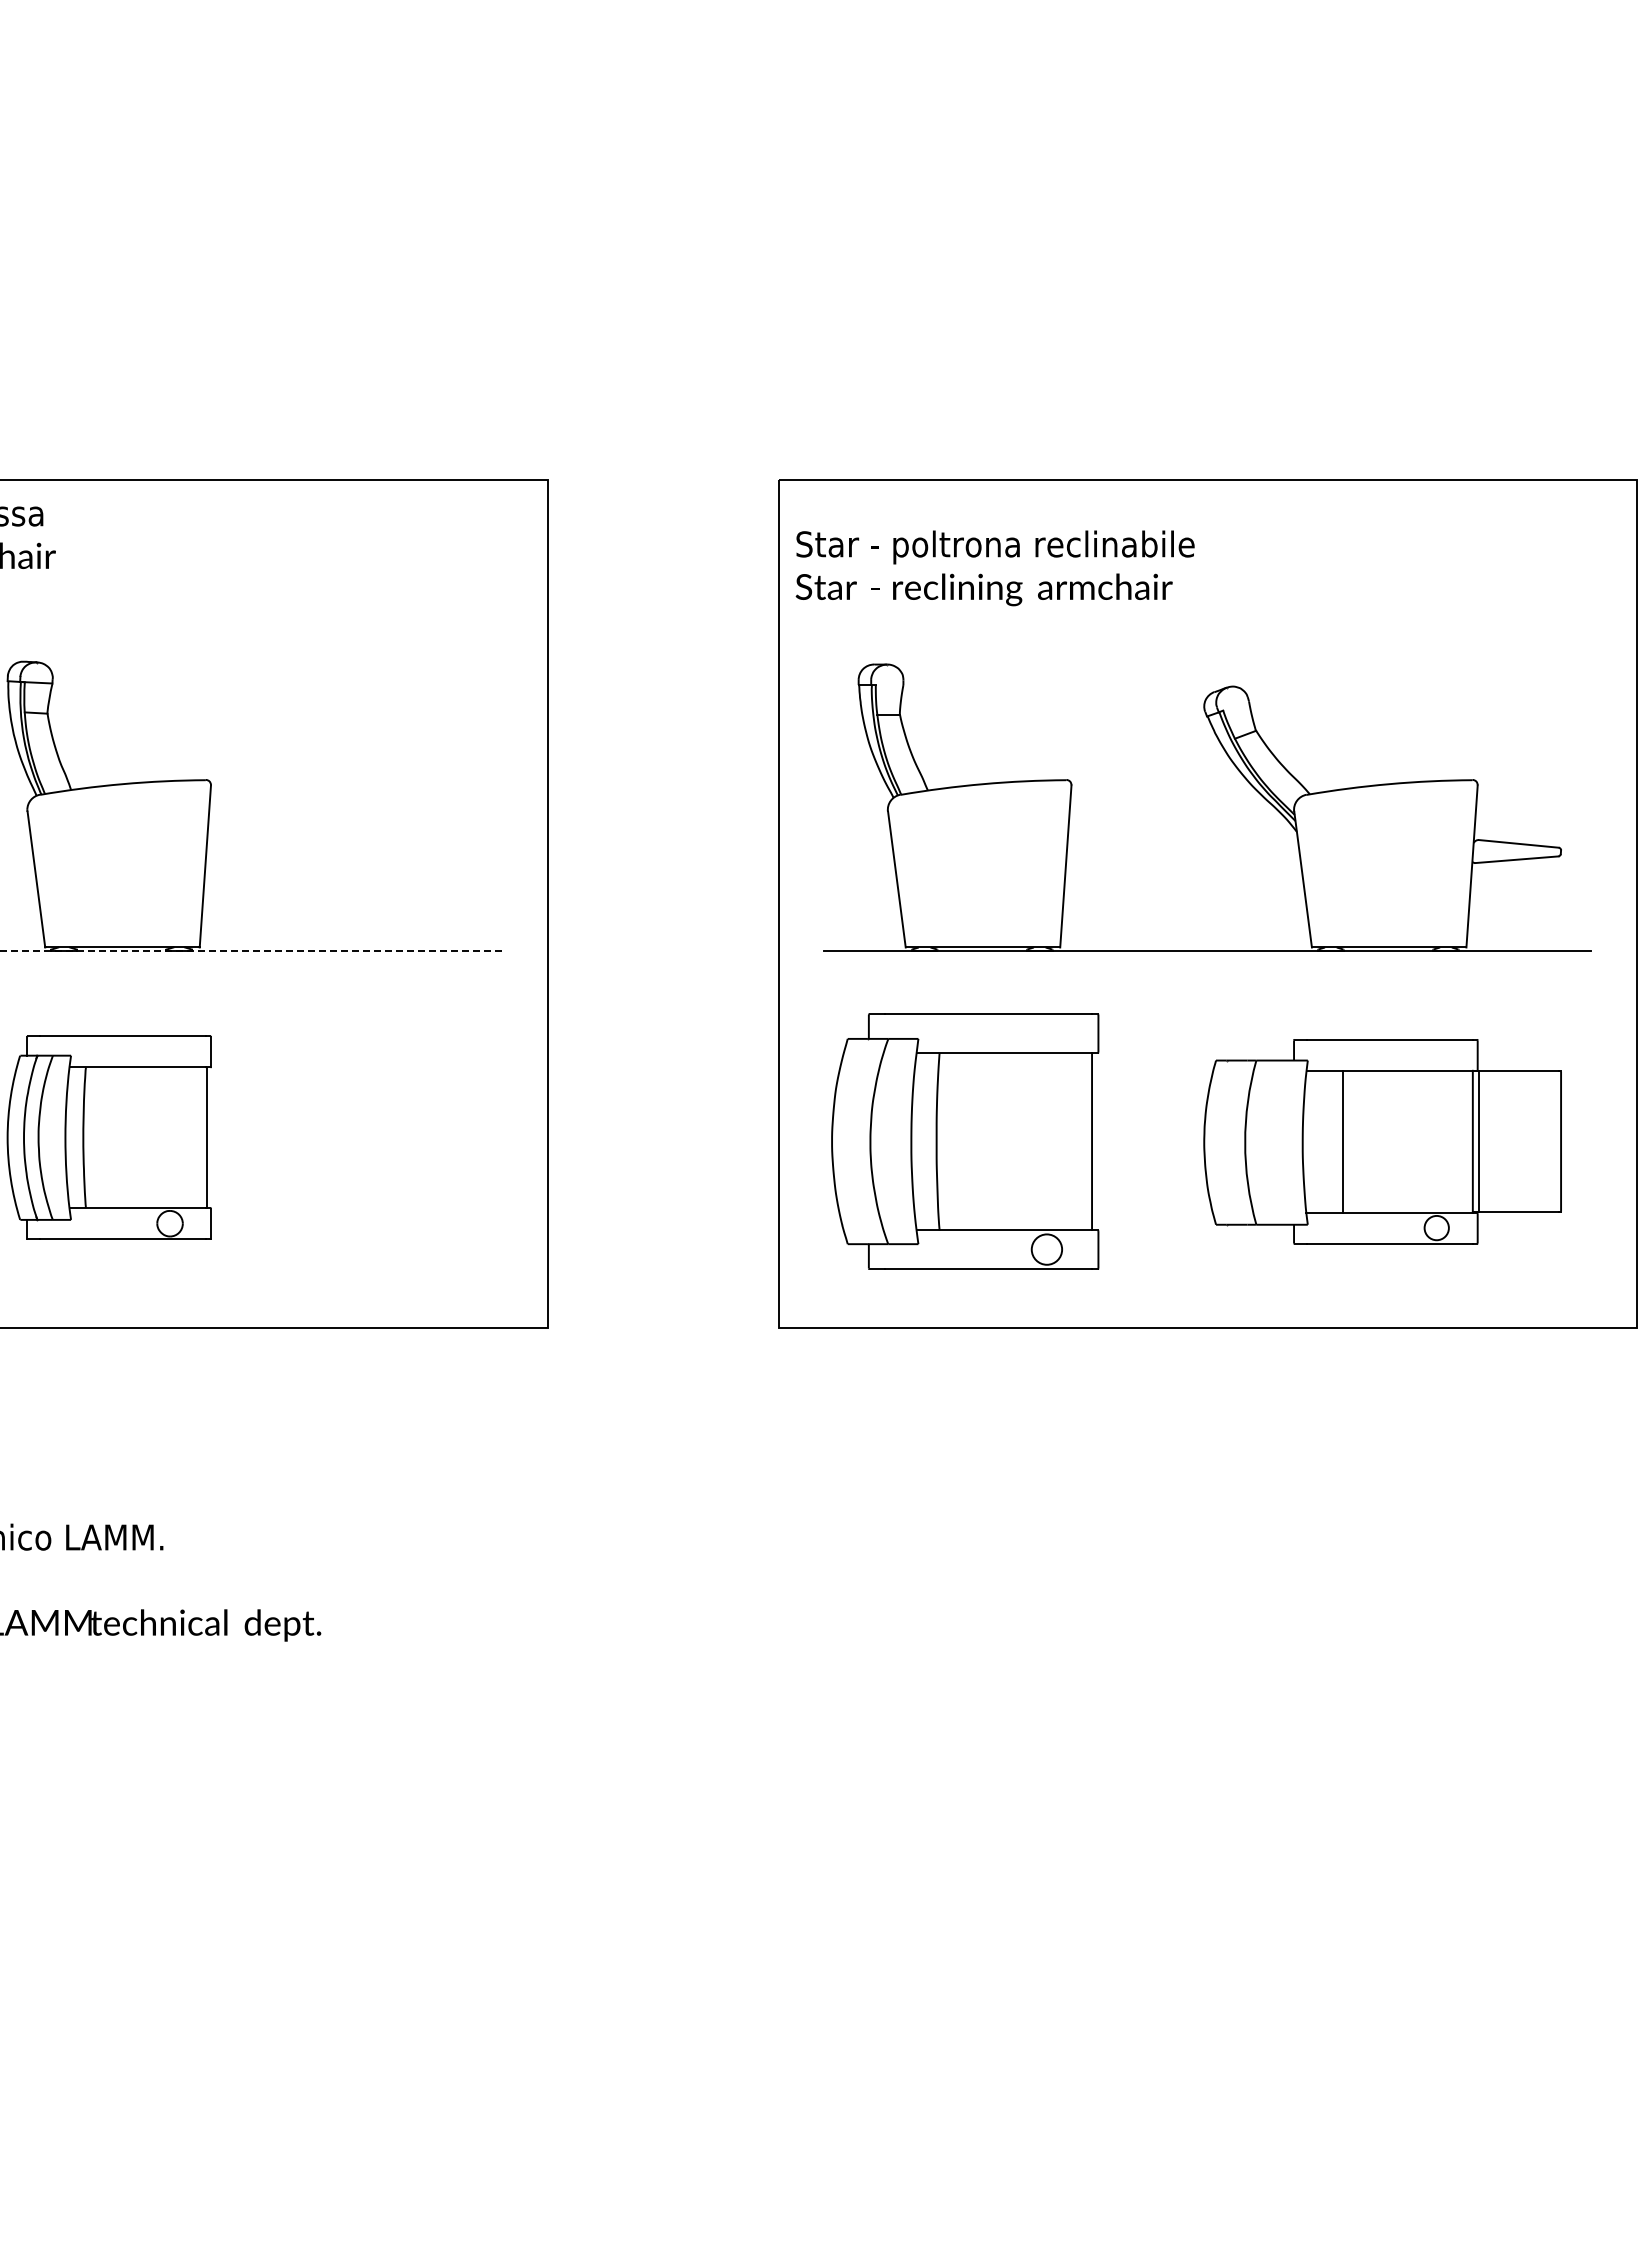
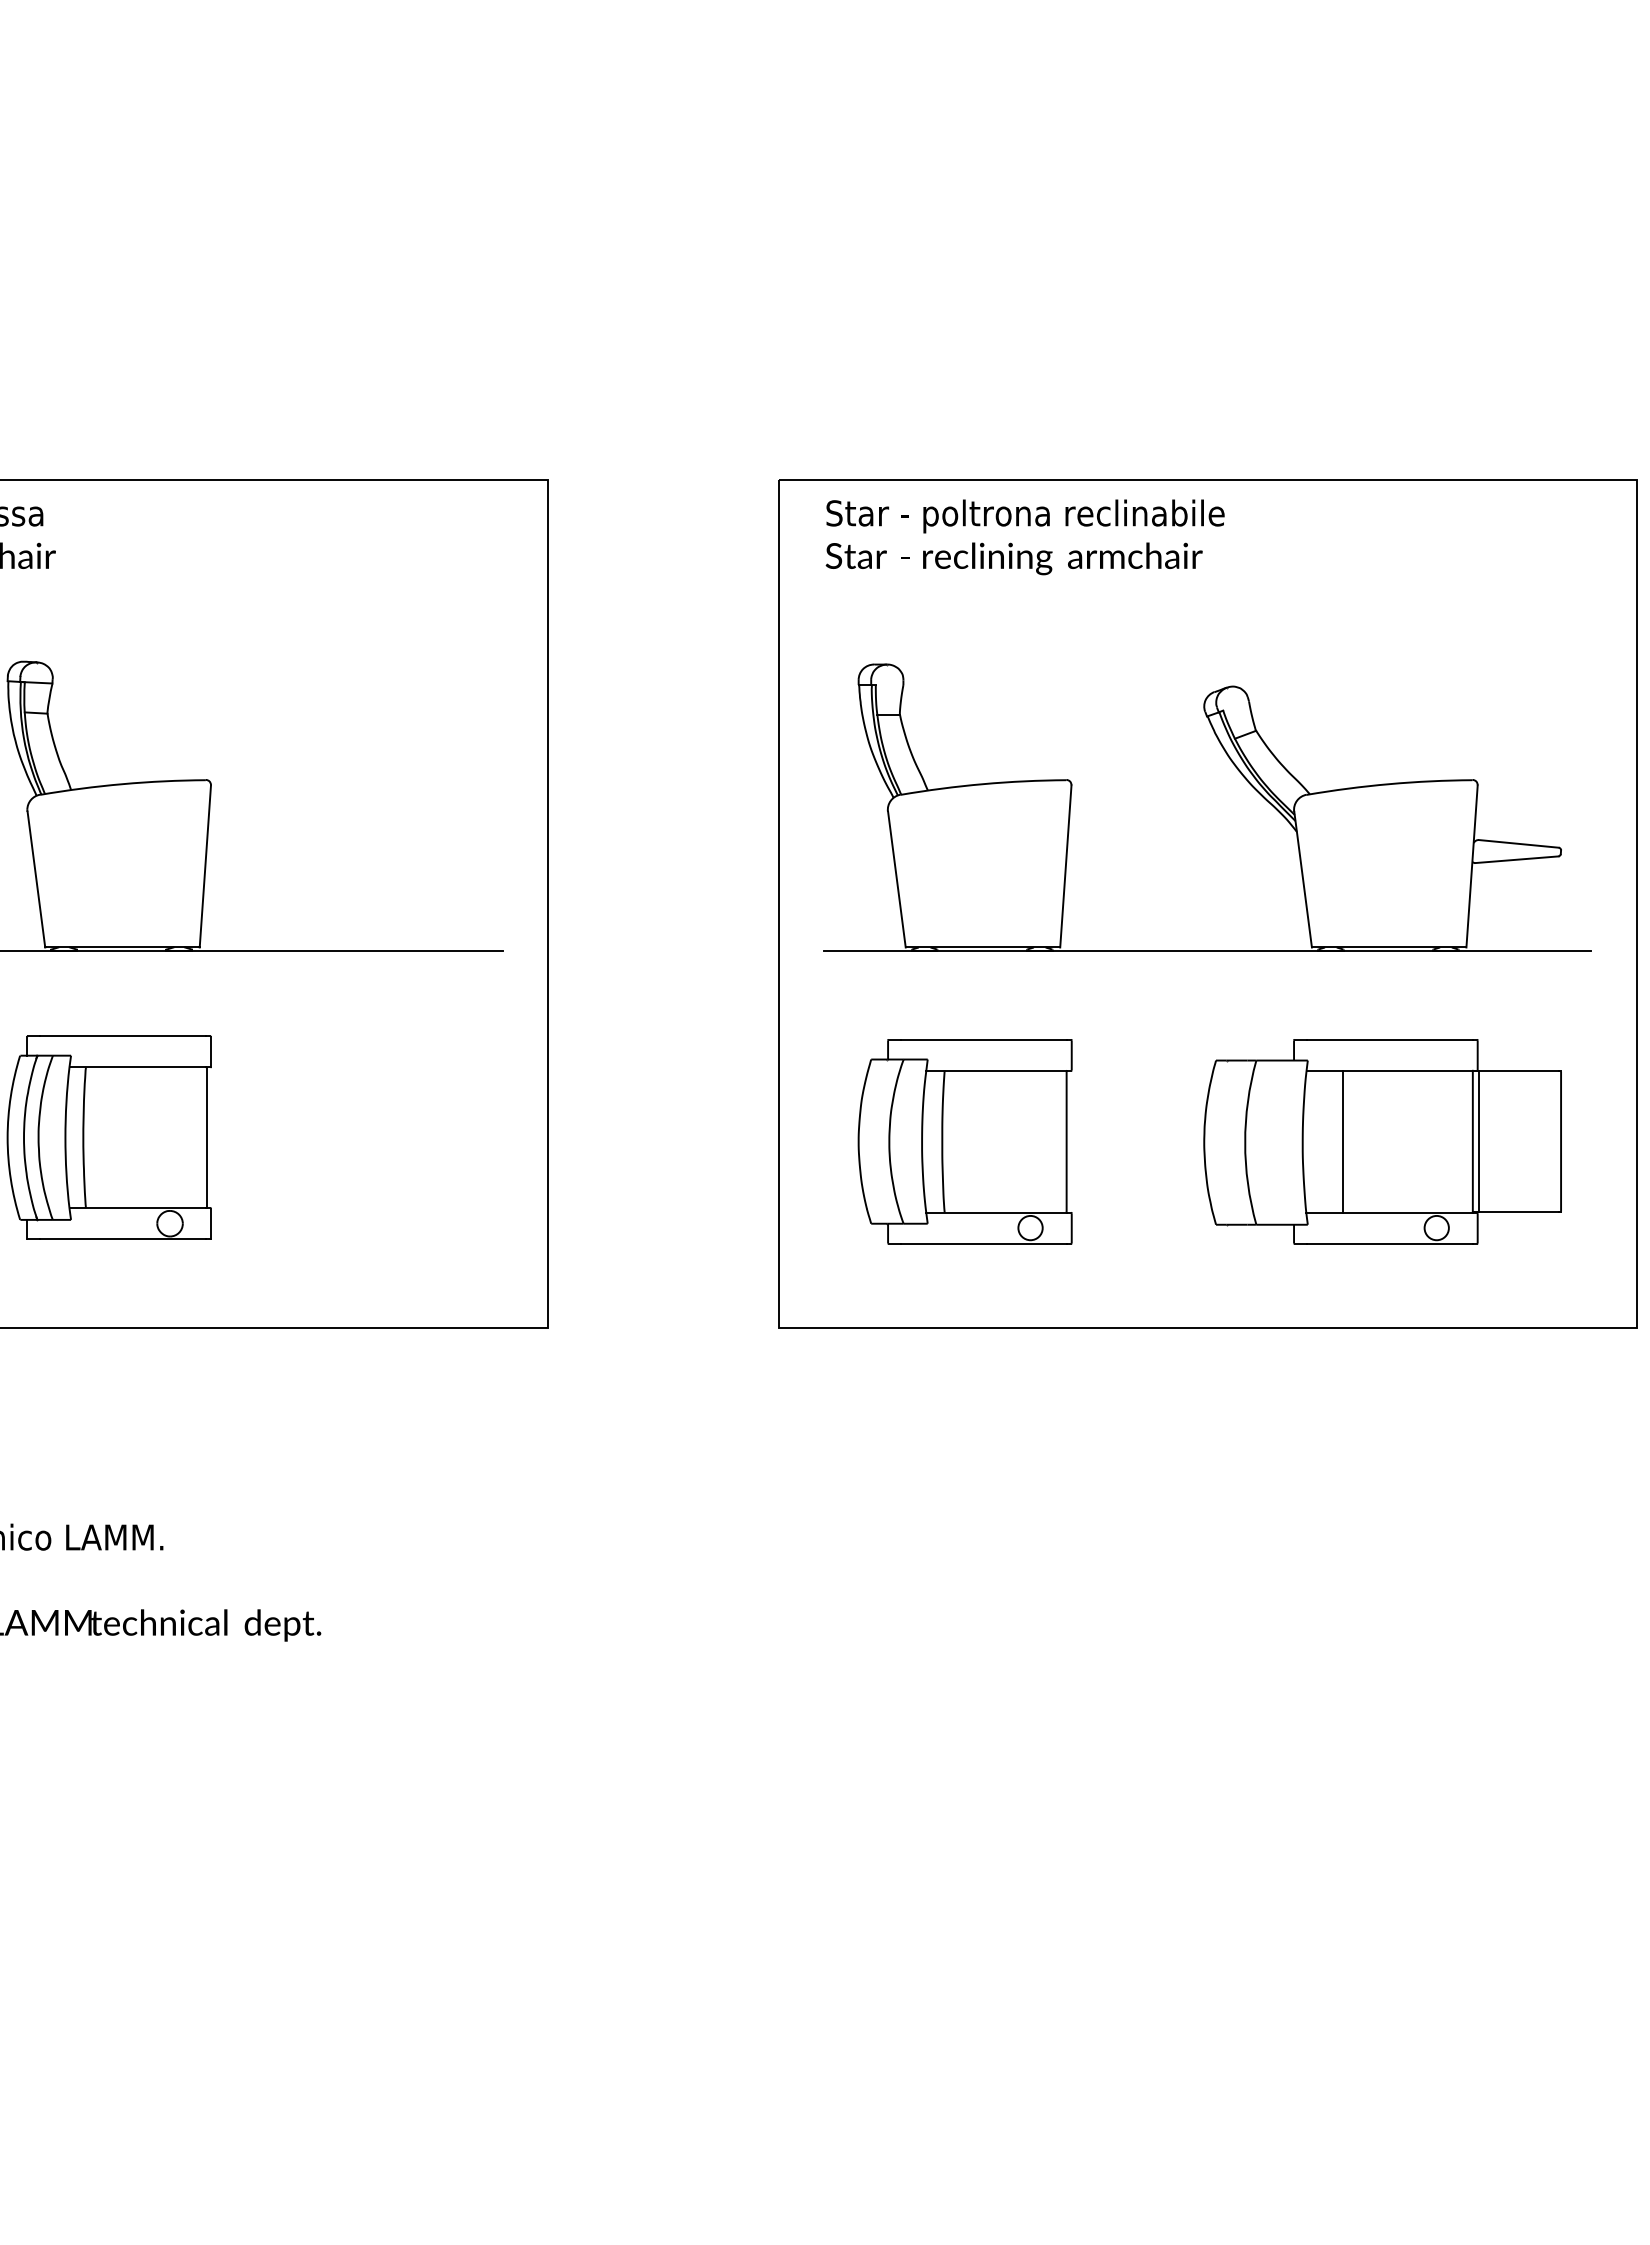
text at (994, 568) position: (994, 568) -> (1024, 537)
line at (251, 951): dashed -> solid
part at (965, 1141) size: 269x257 px -> 216x206 px
